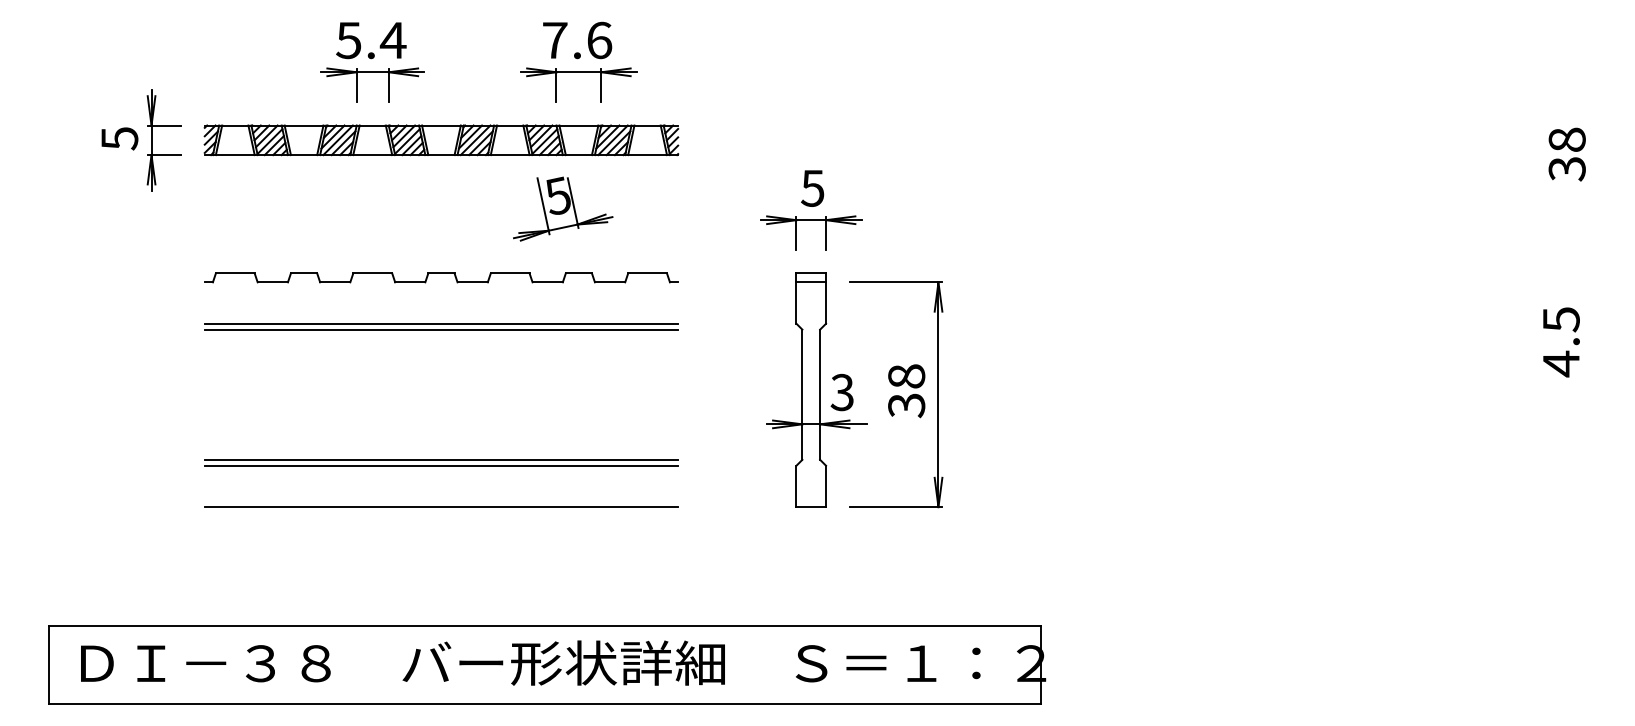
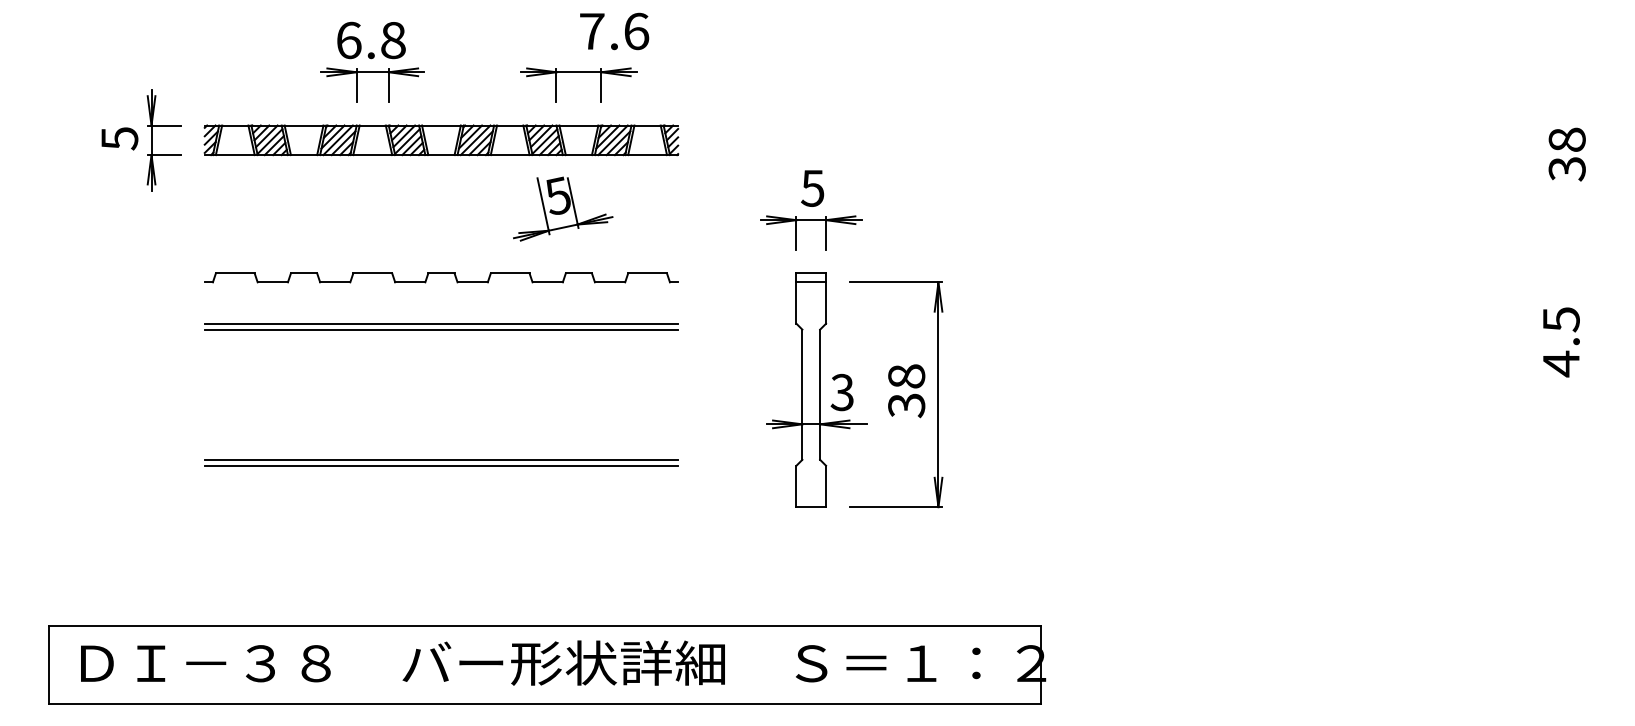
text at (371, 40): 5.4 -> 6.8
text at (577, 40) position: (577, 40) -> (614, 31)
line at (441, 507): present -> none
